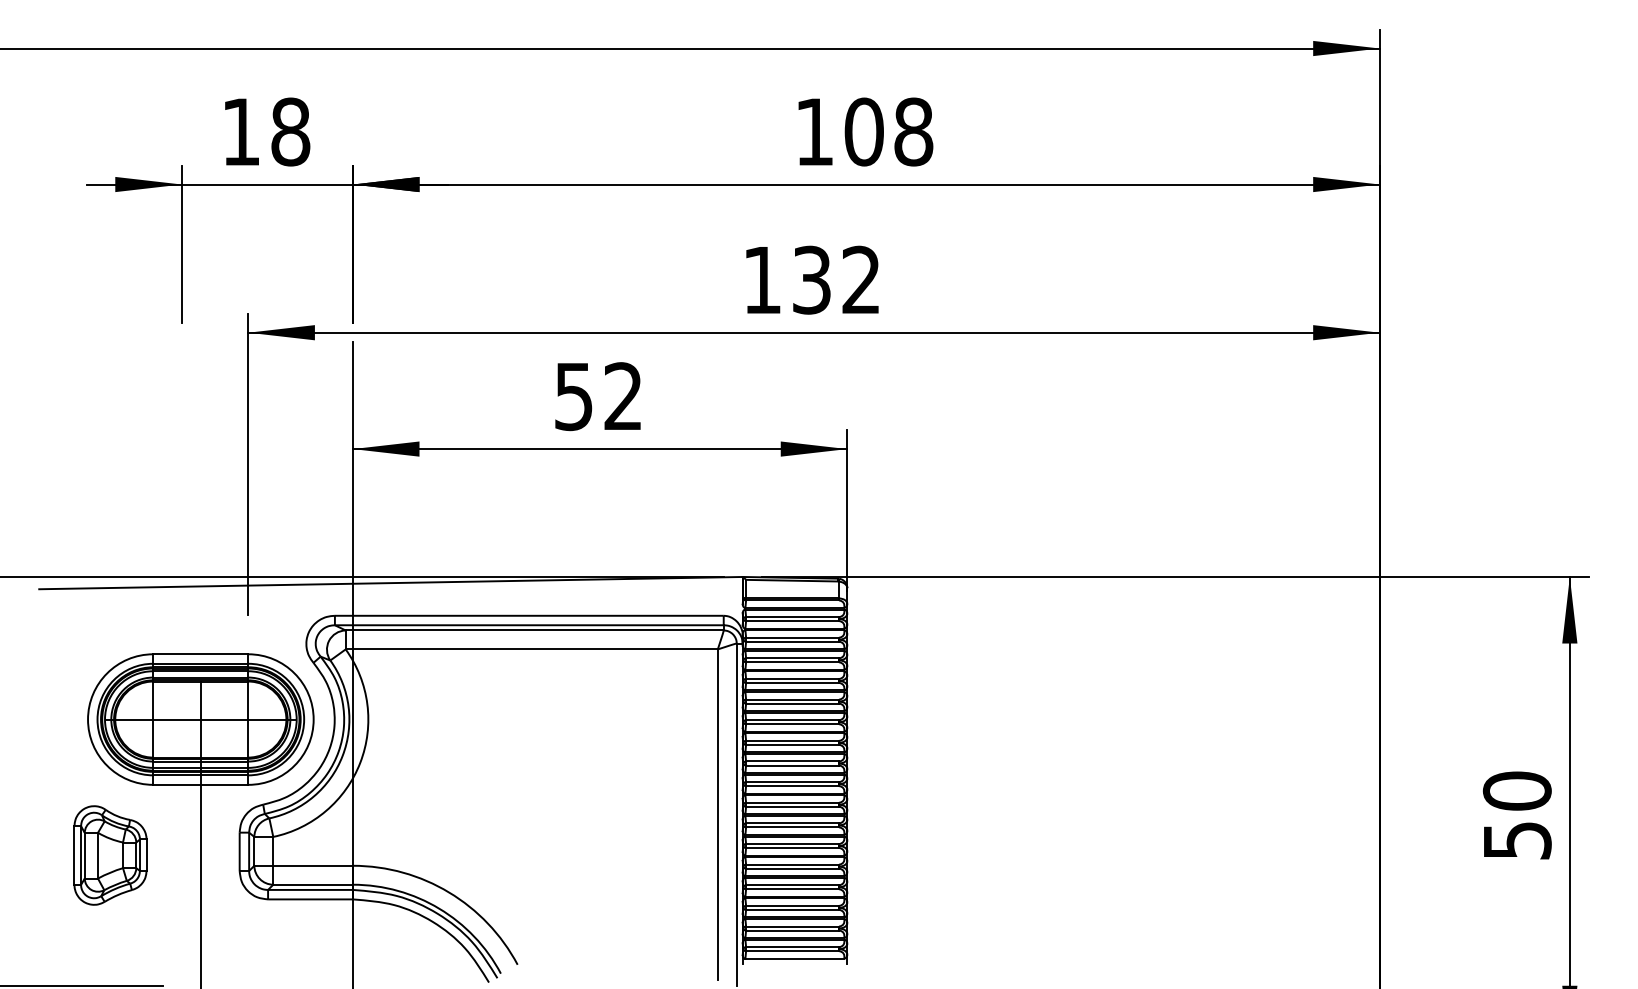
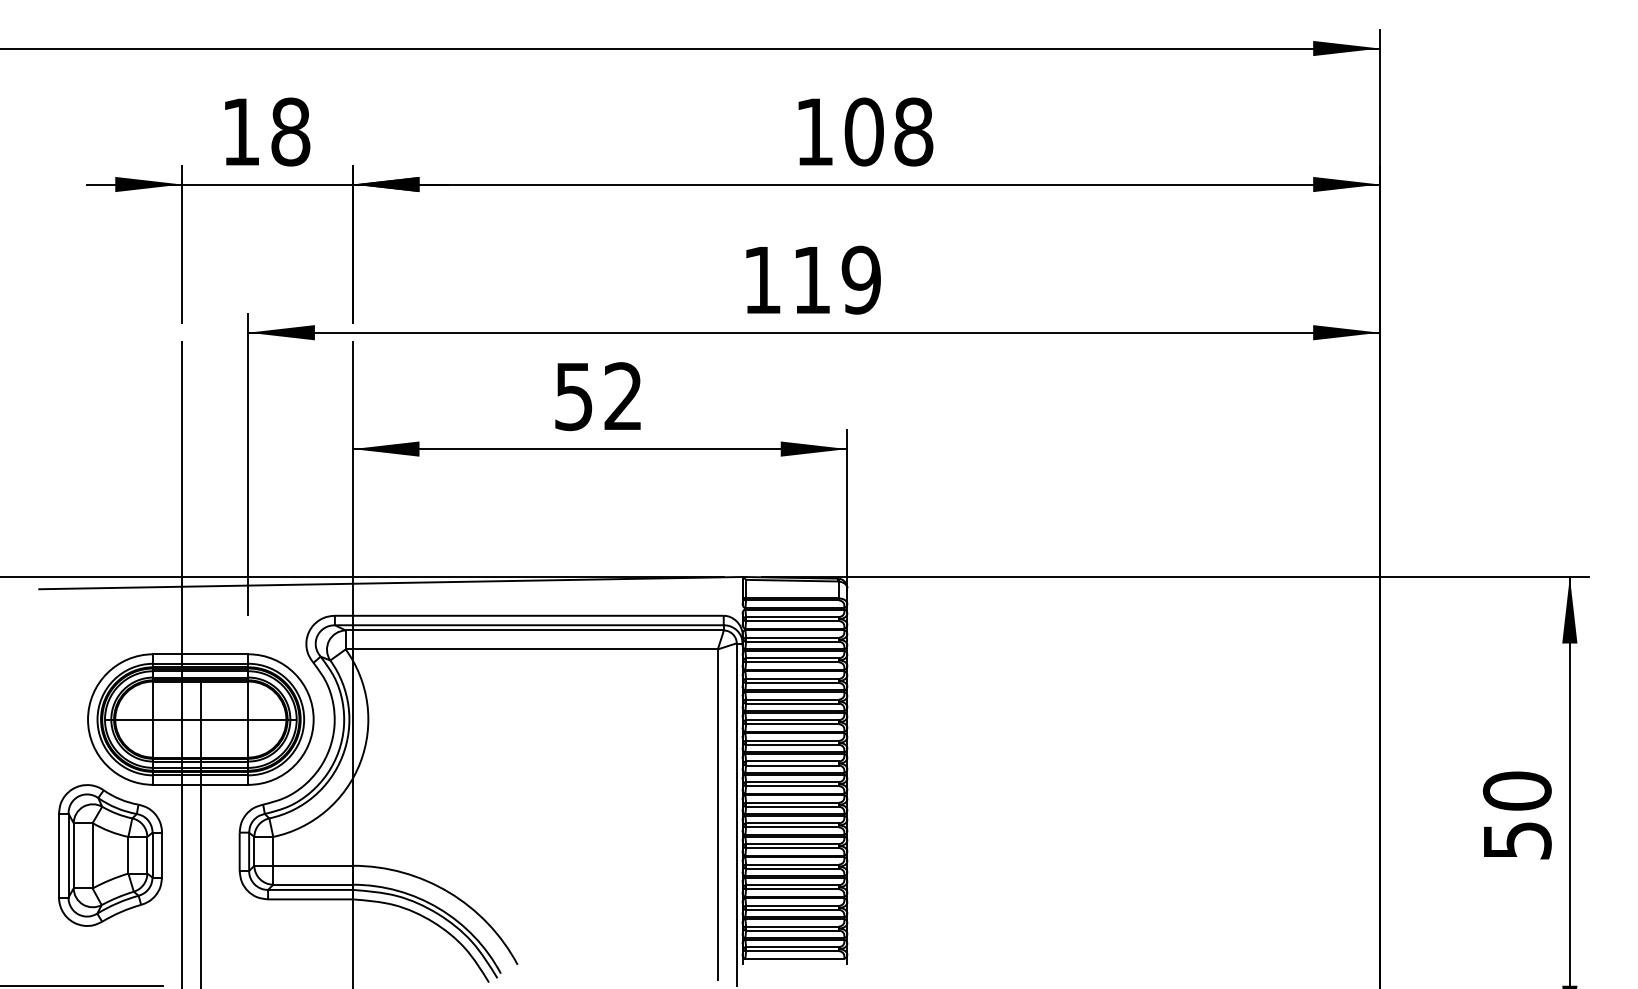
text at (836, 279): 132 -> 119
line at (181, 663): none -> present
part at (110, 855) size: 75x101 px -> 105x143 px
